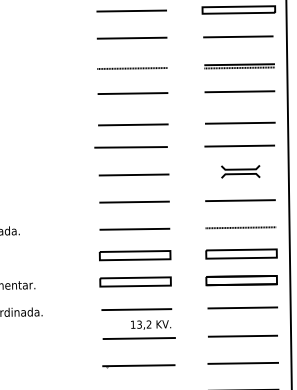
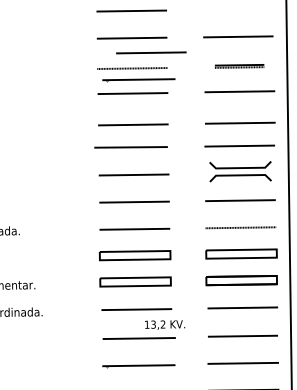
part at (238, 9): present -> none
line at (151, 52): none -> present
part at (239, 66) size: 71x7 px -> 51x5 px
part at (138, 80): none -> present
part at (240, 171) size: 40x14 px -> 63x22 px
text at (151, 324) position: (151, 324) -> (165, 324)
